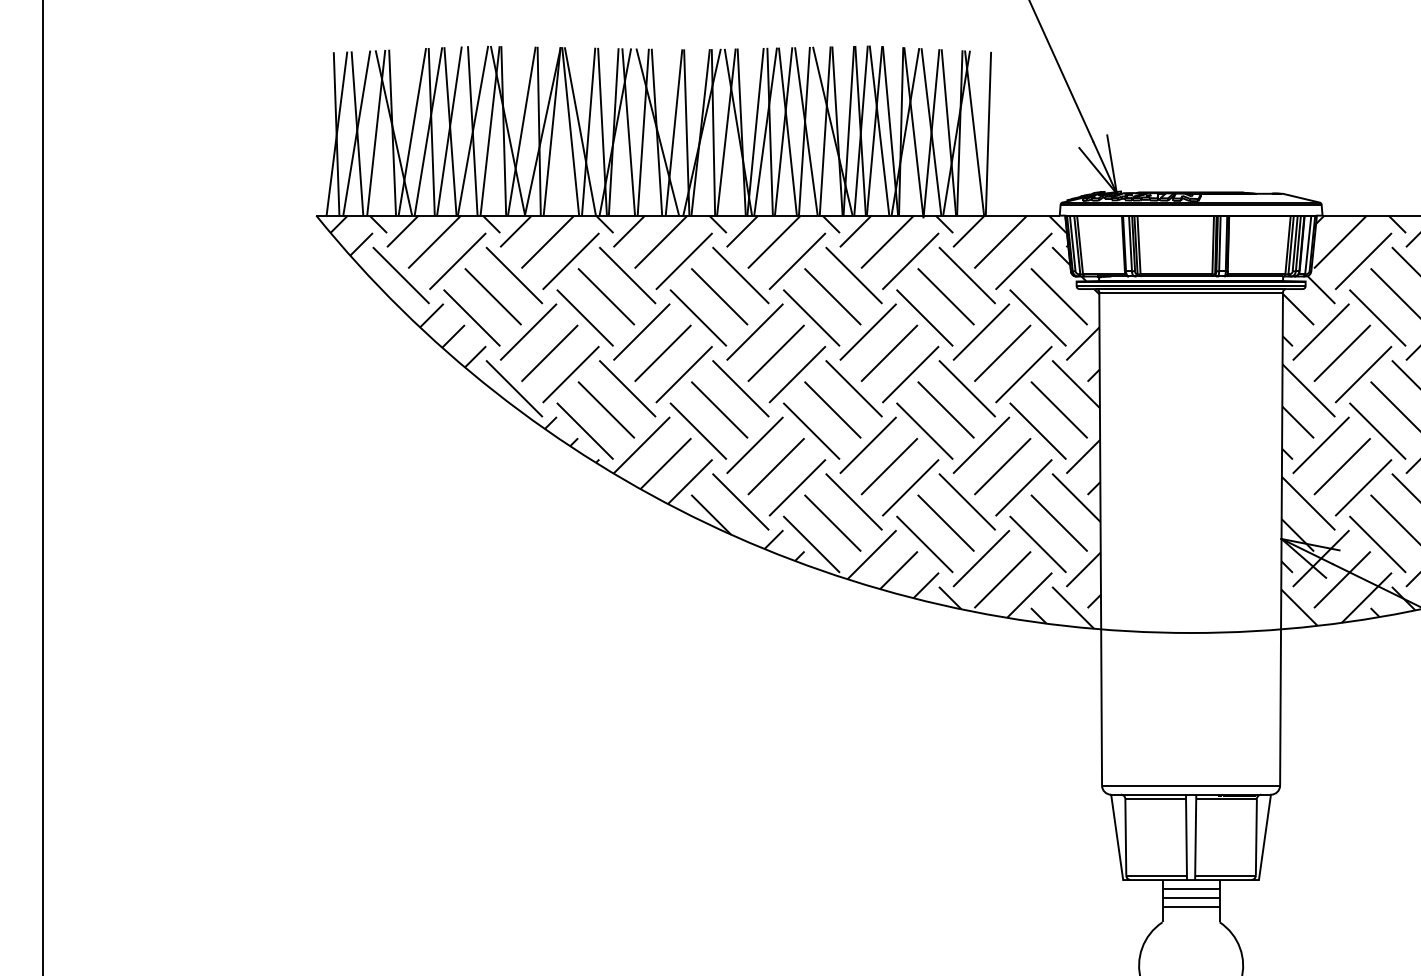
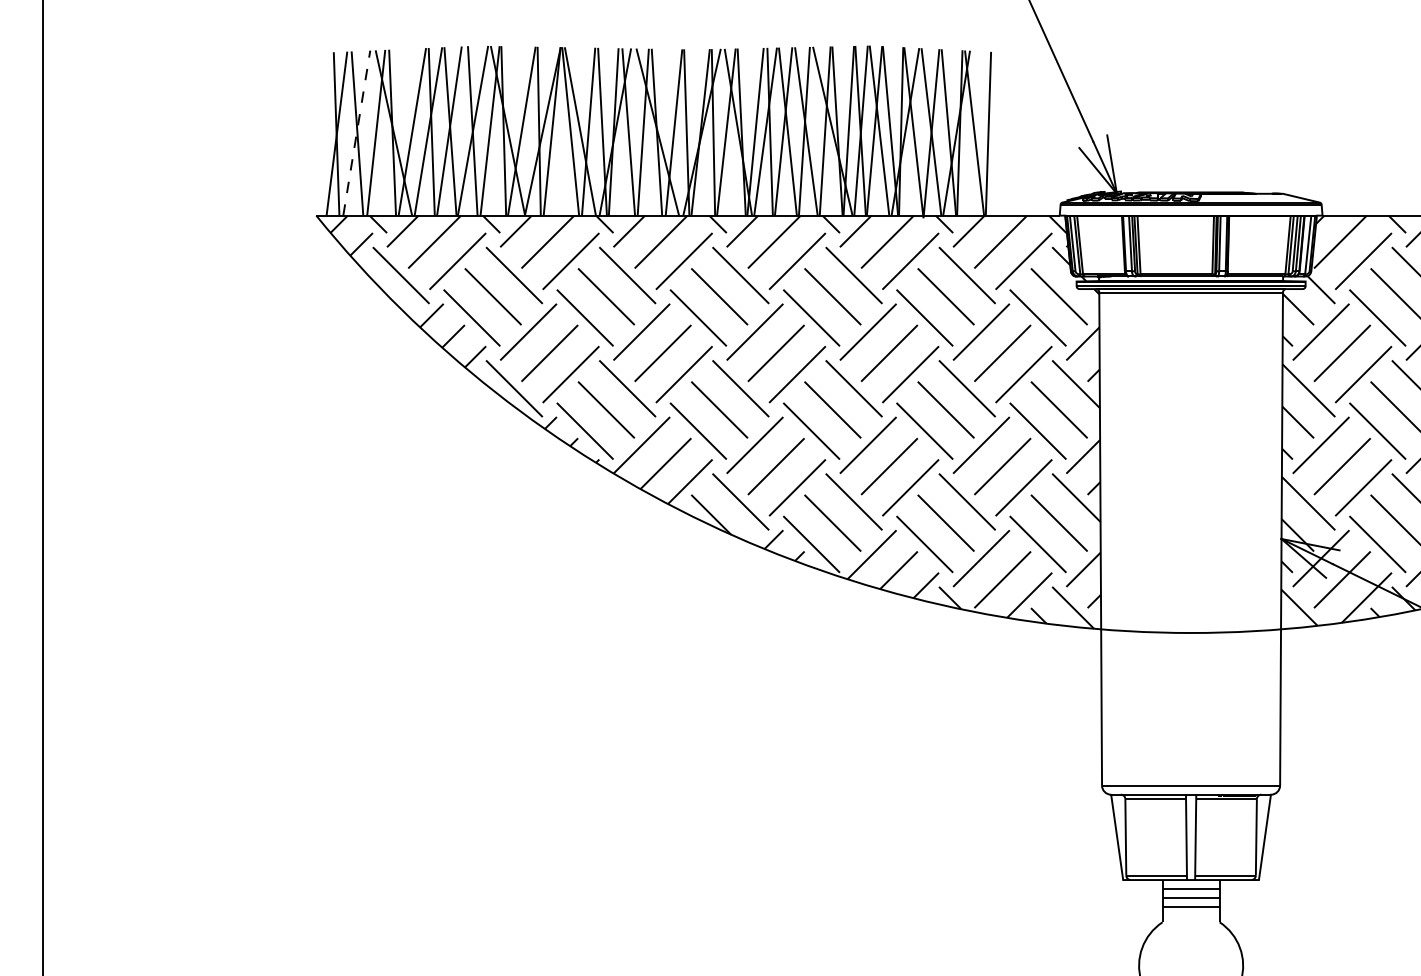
line at (356, 133): solid -> dashed
